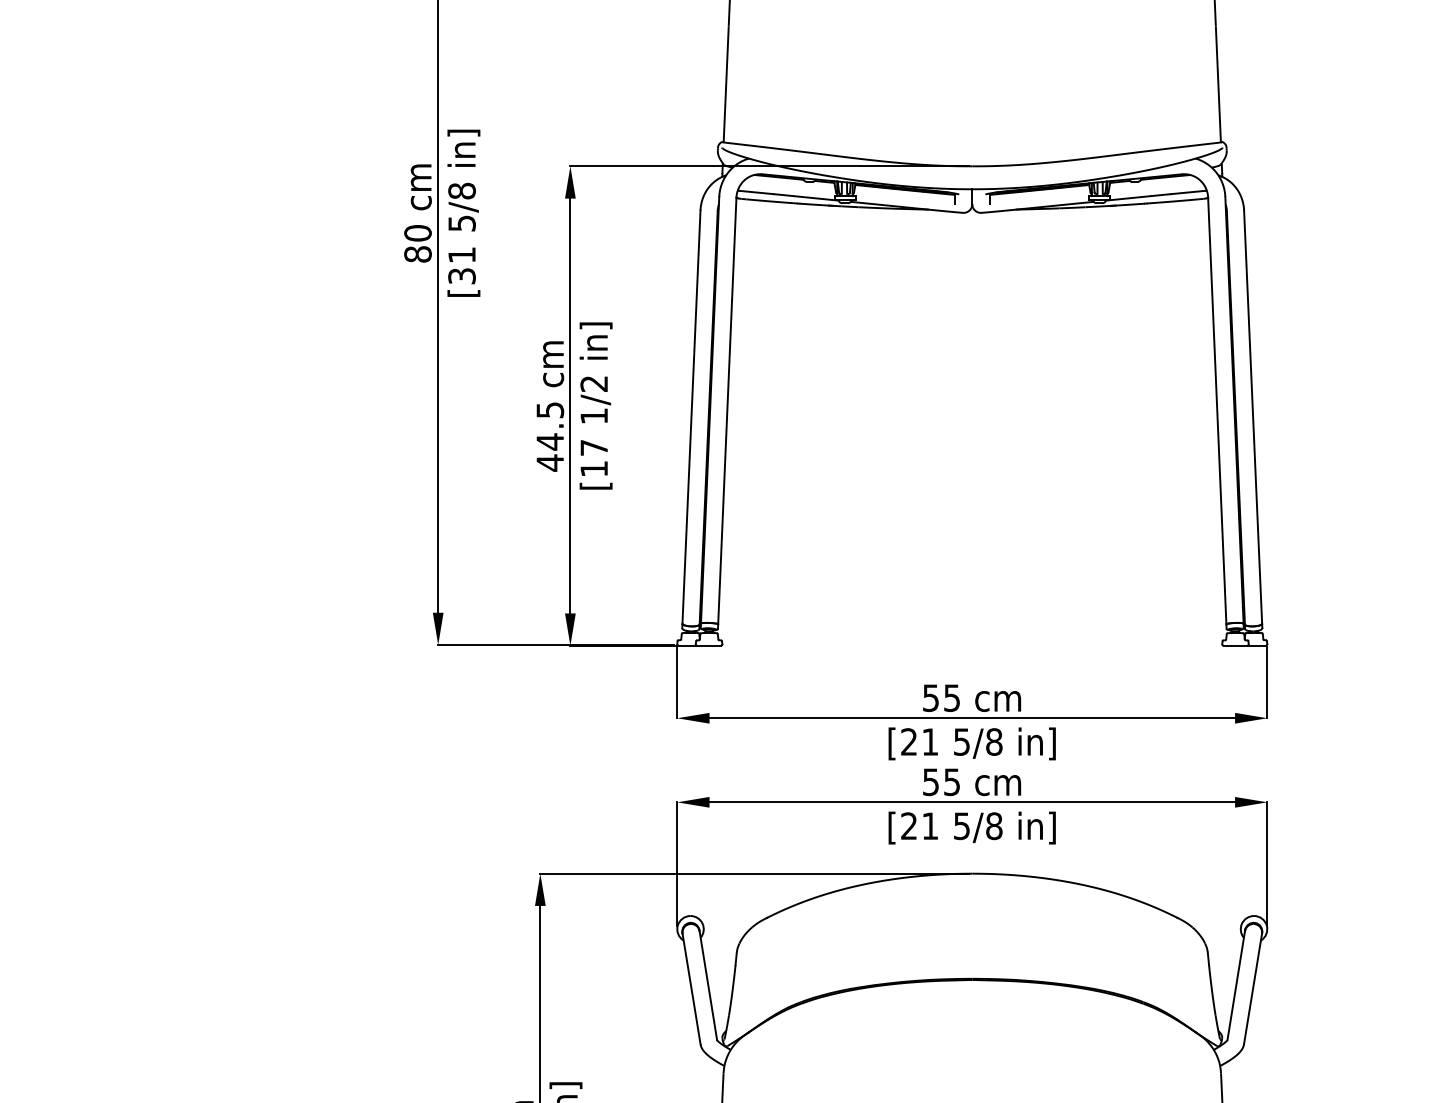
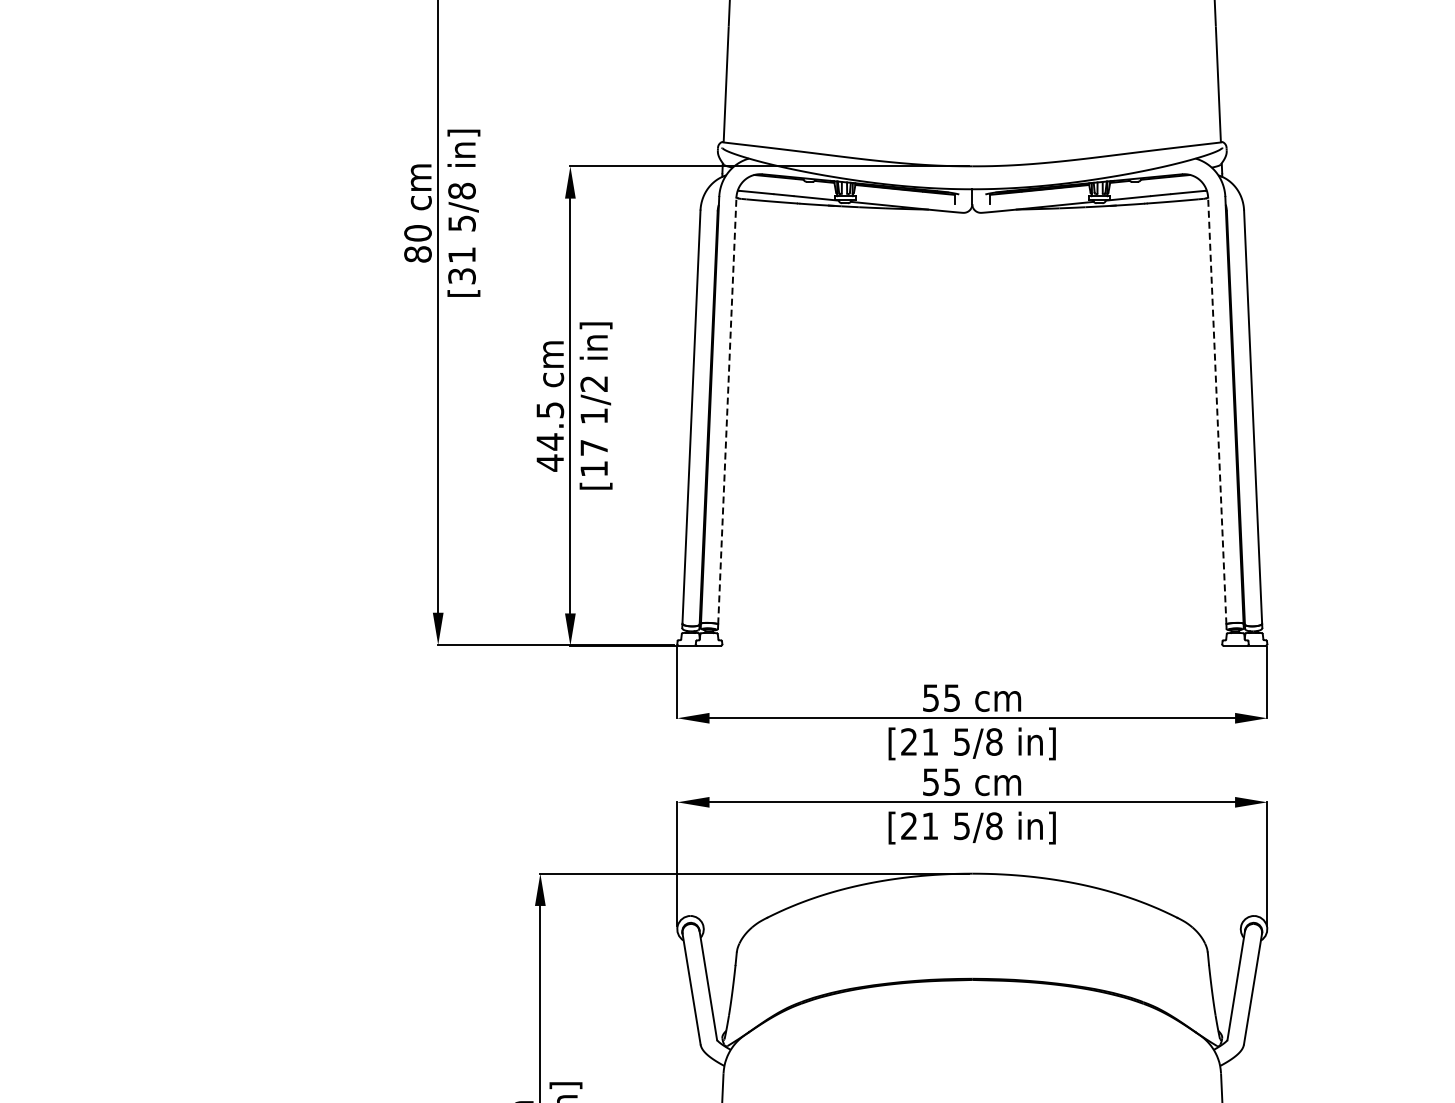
line at (727, 411): solid -> dashed
line at (1217, 411): solid -> dashed
